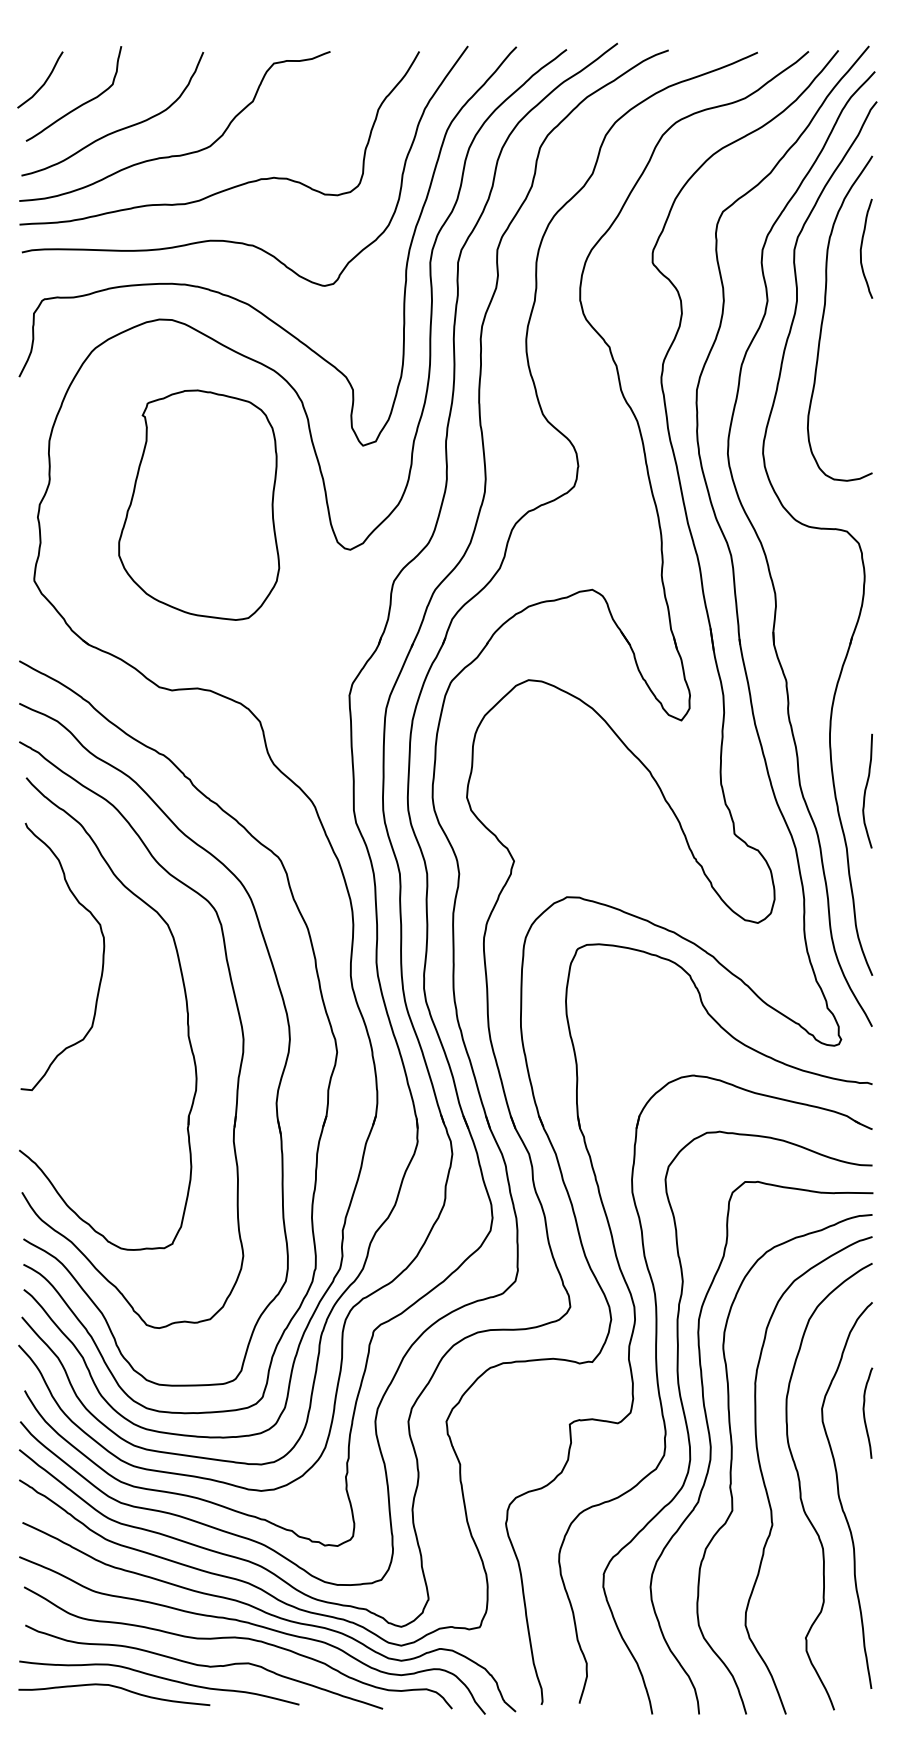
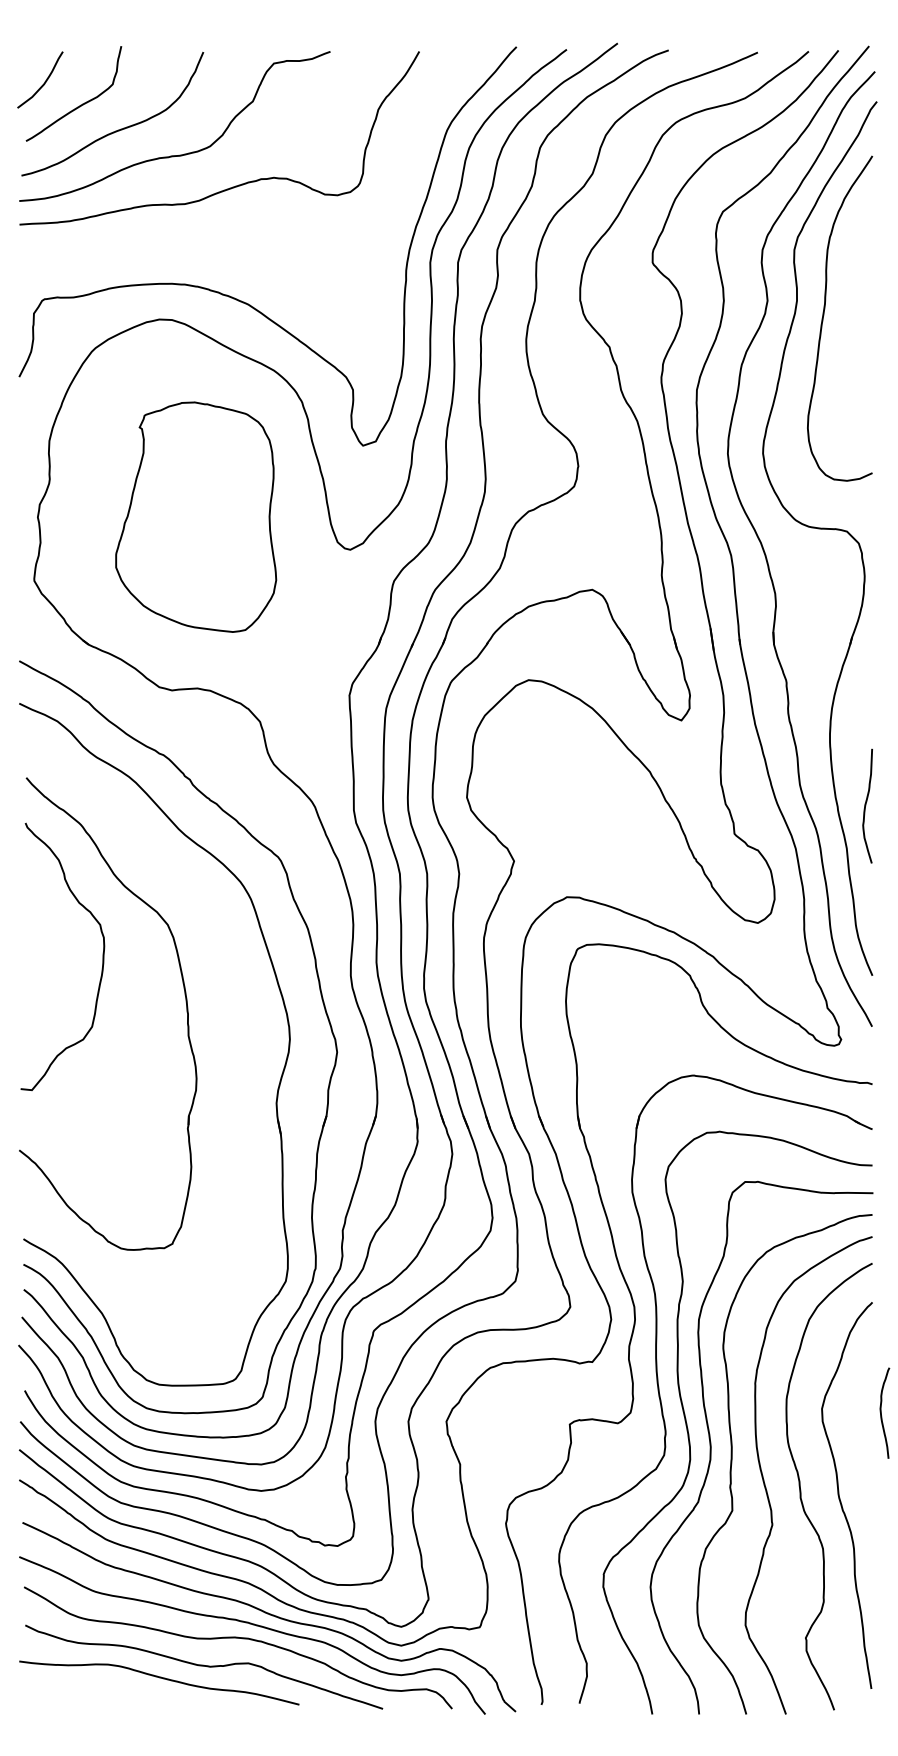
curve at (230, 240): present -> none
curve at (862, 247): present -> none
part at (199, 504) position: (199, 504) -> (196, 516)
curve at (866, 790) position: (866, 790) -> (866, 805)
part at (236, 1008): present -> none
curve at (864, 1412) position: (864, 1412) -> (881, 1412)
curve at (117, 1688): present -> none
